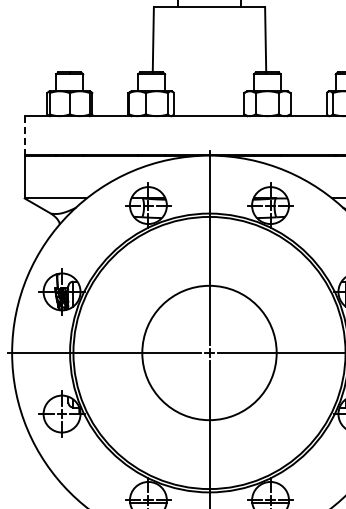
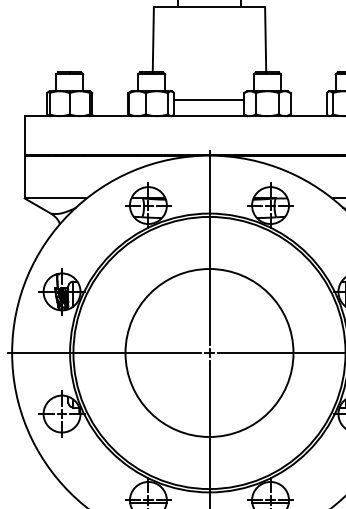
line at (209, 99): none -> present
line at (24, 135): dashed -> solid
circle at (209, 352) diameter: 134 px -> 168 px
